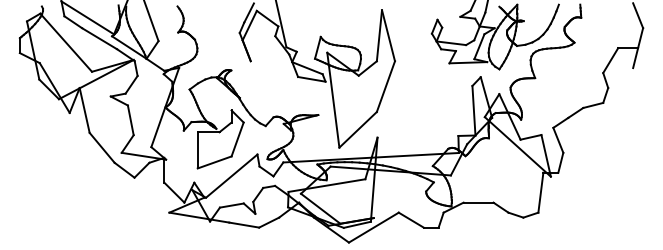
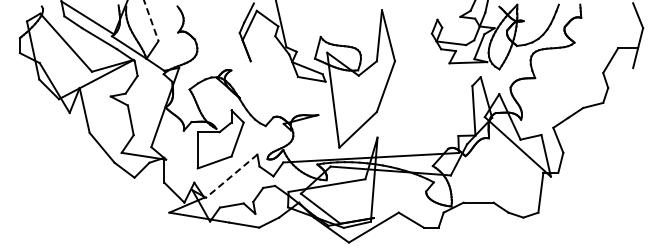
line at (151, 21): solid -> dashed
line at (231, 176): solid -> dashed
